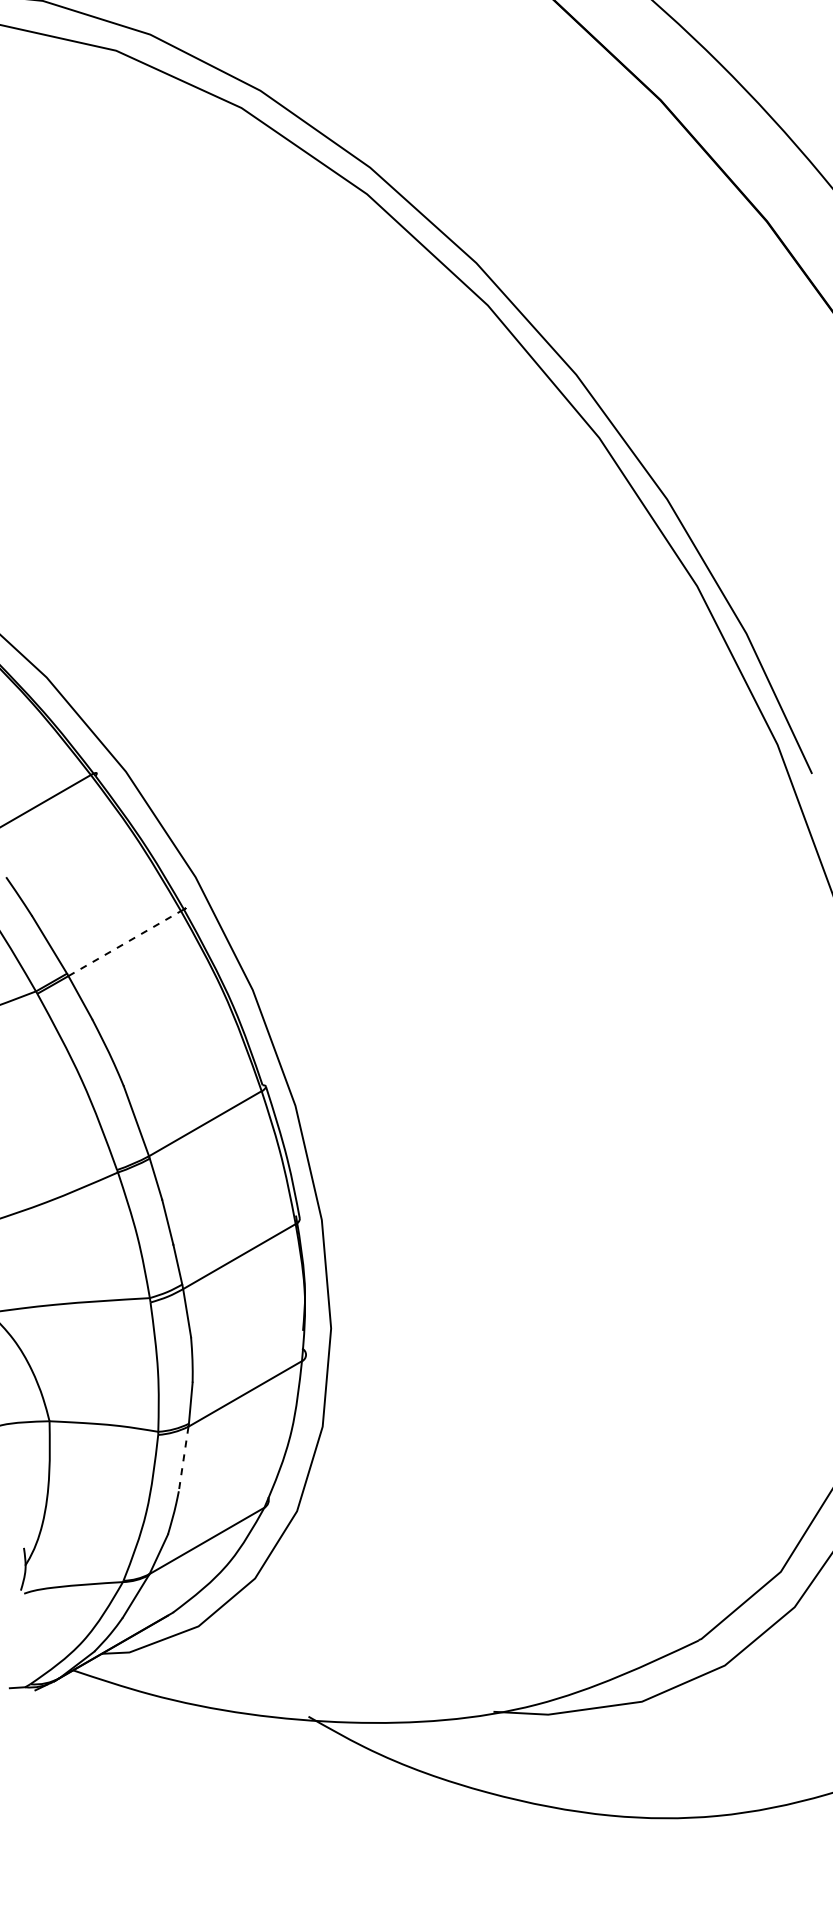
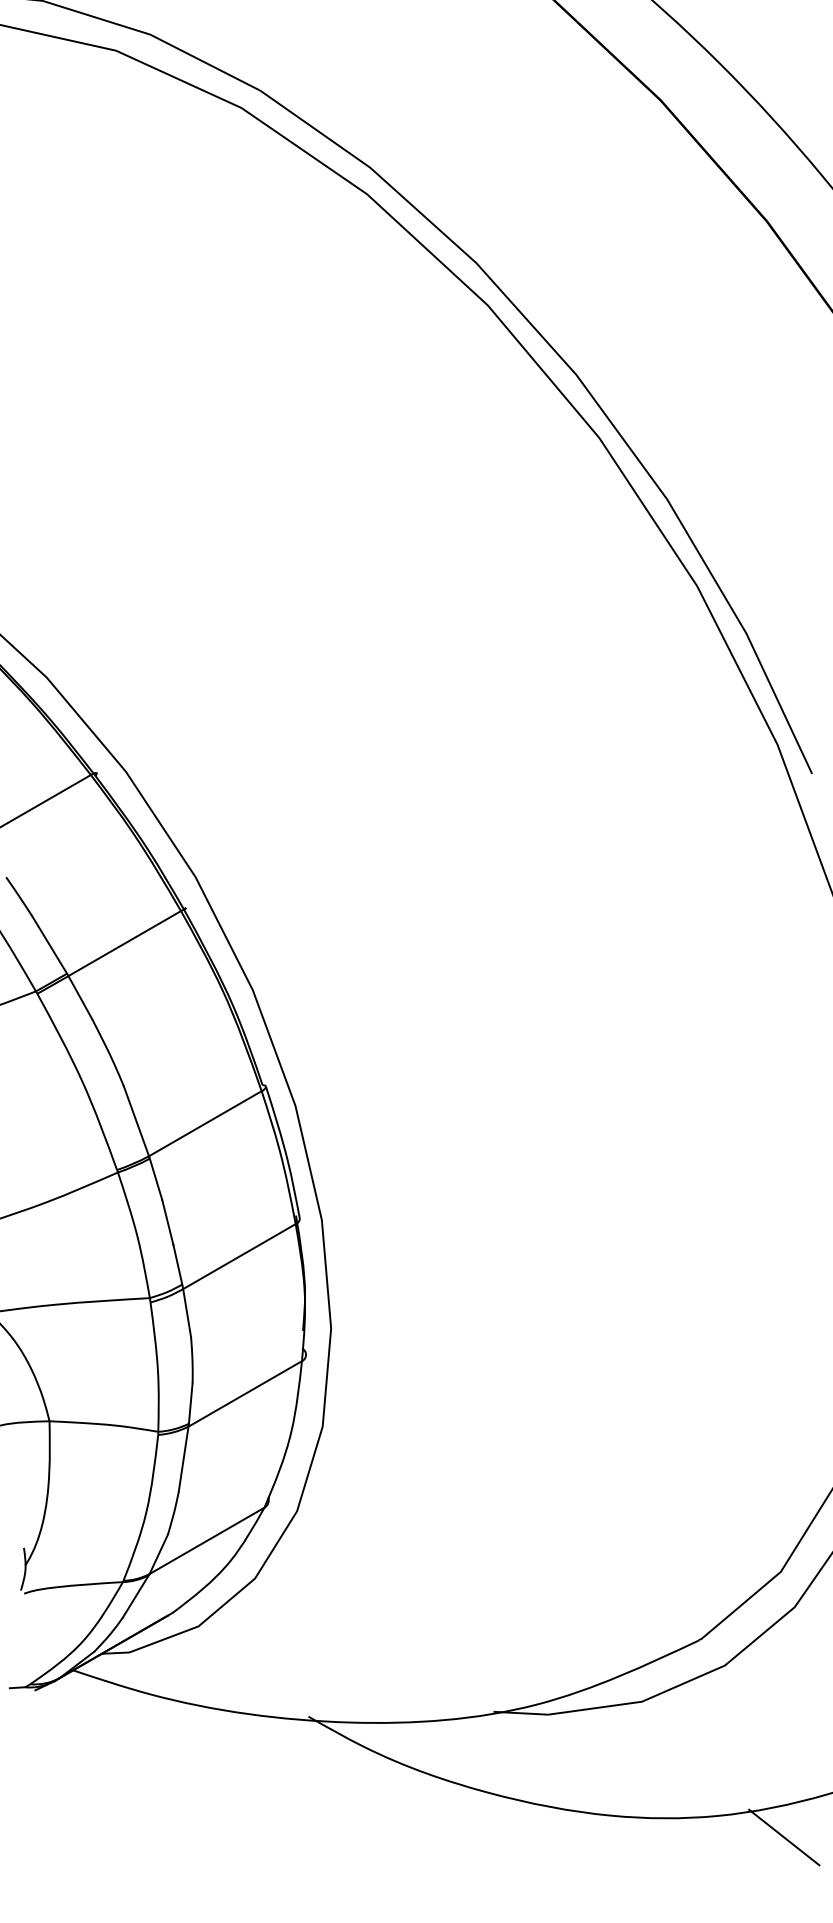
line at (124, 943): dashed -> solid
line at (183, 1459): dashed -> solid
line at (784, 1837): none -> present
